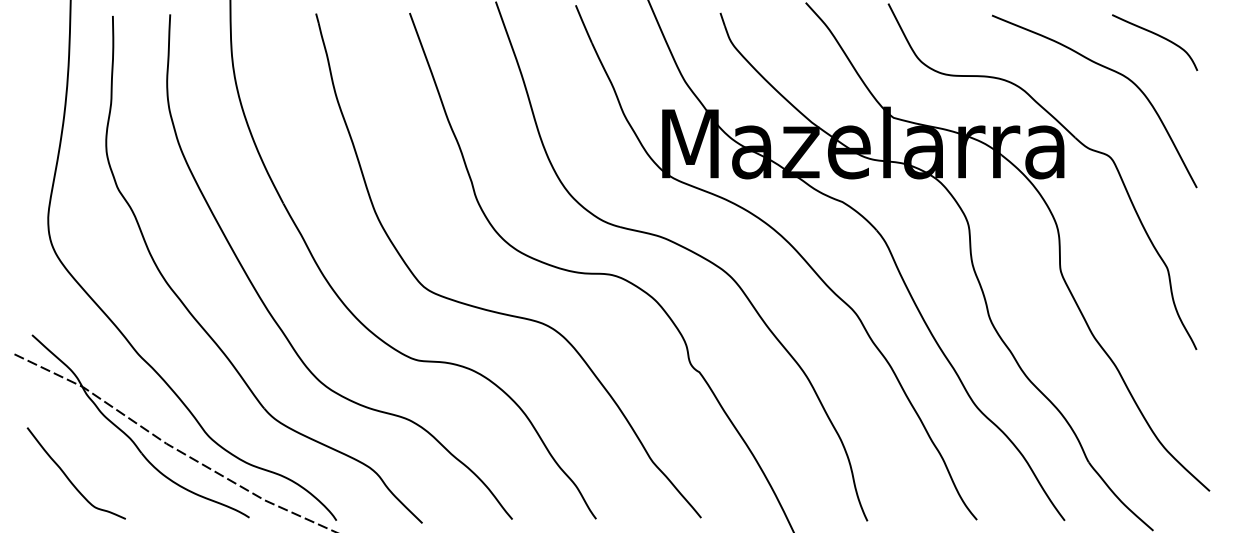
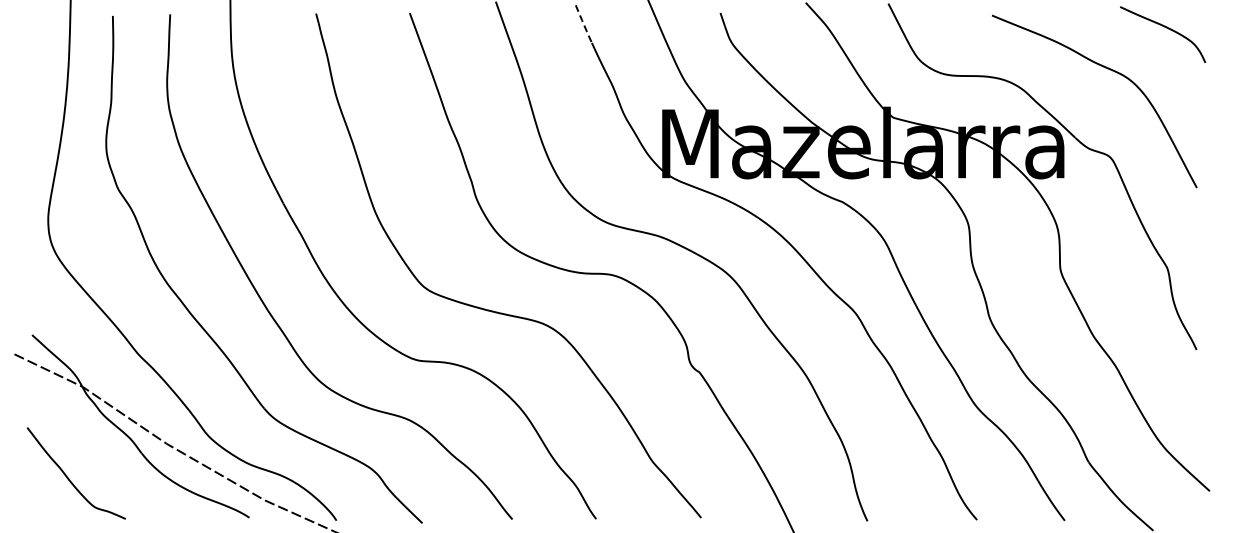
line at (583, 24): solid -> dashed
curve at (1158, 36) position: (1158, 36) -> (1166, 28)
